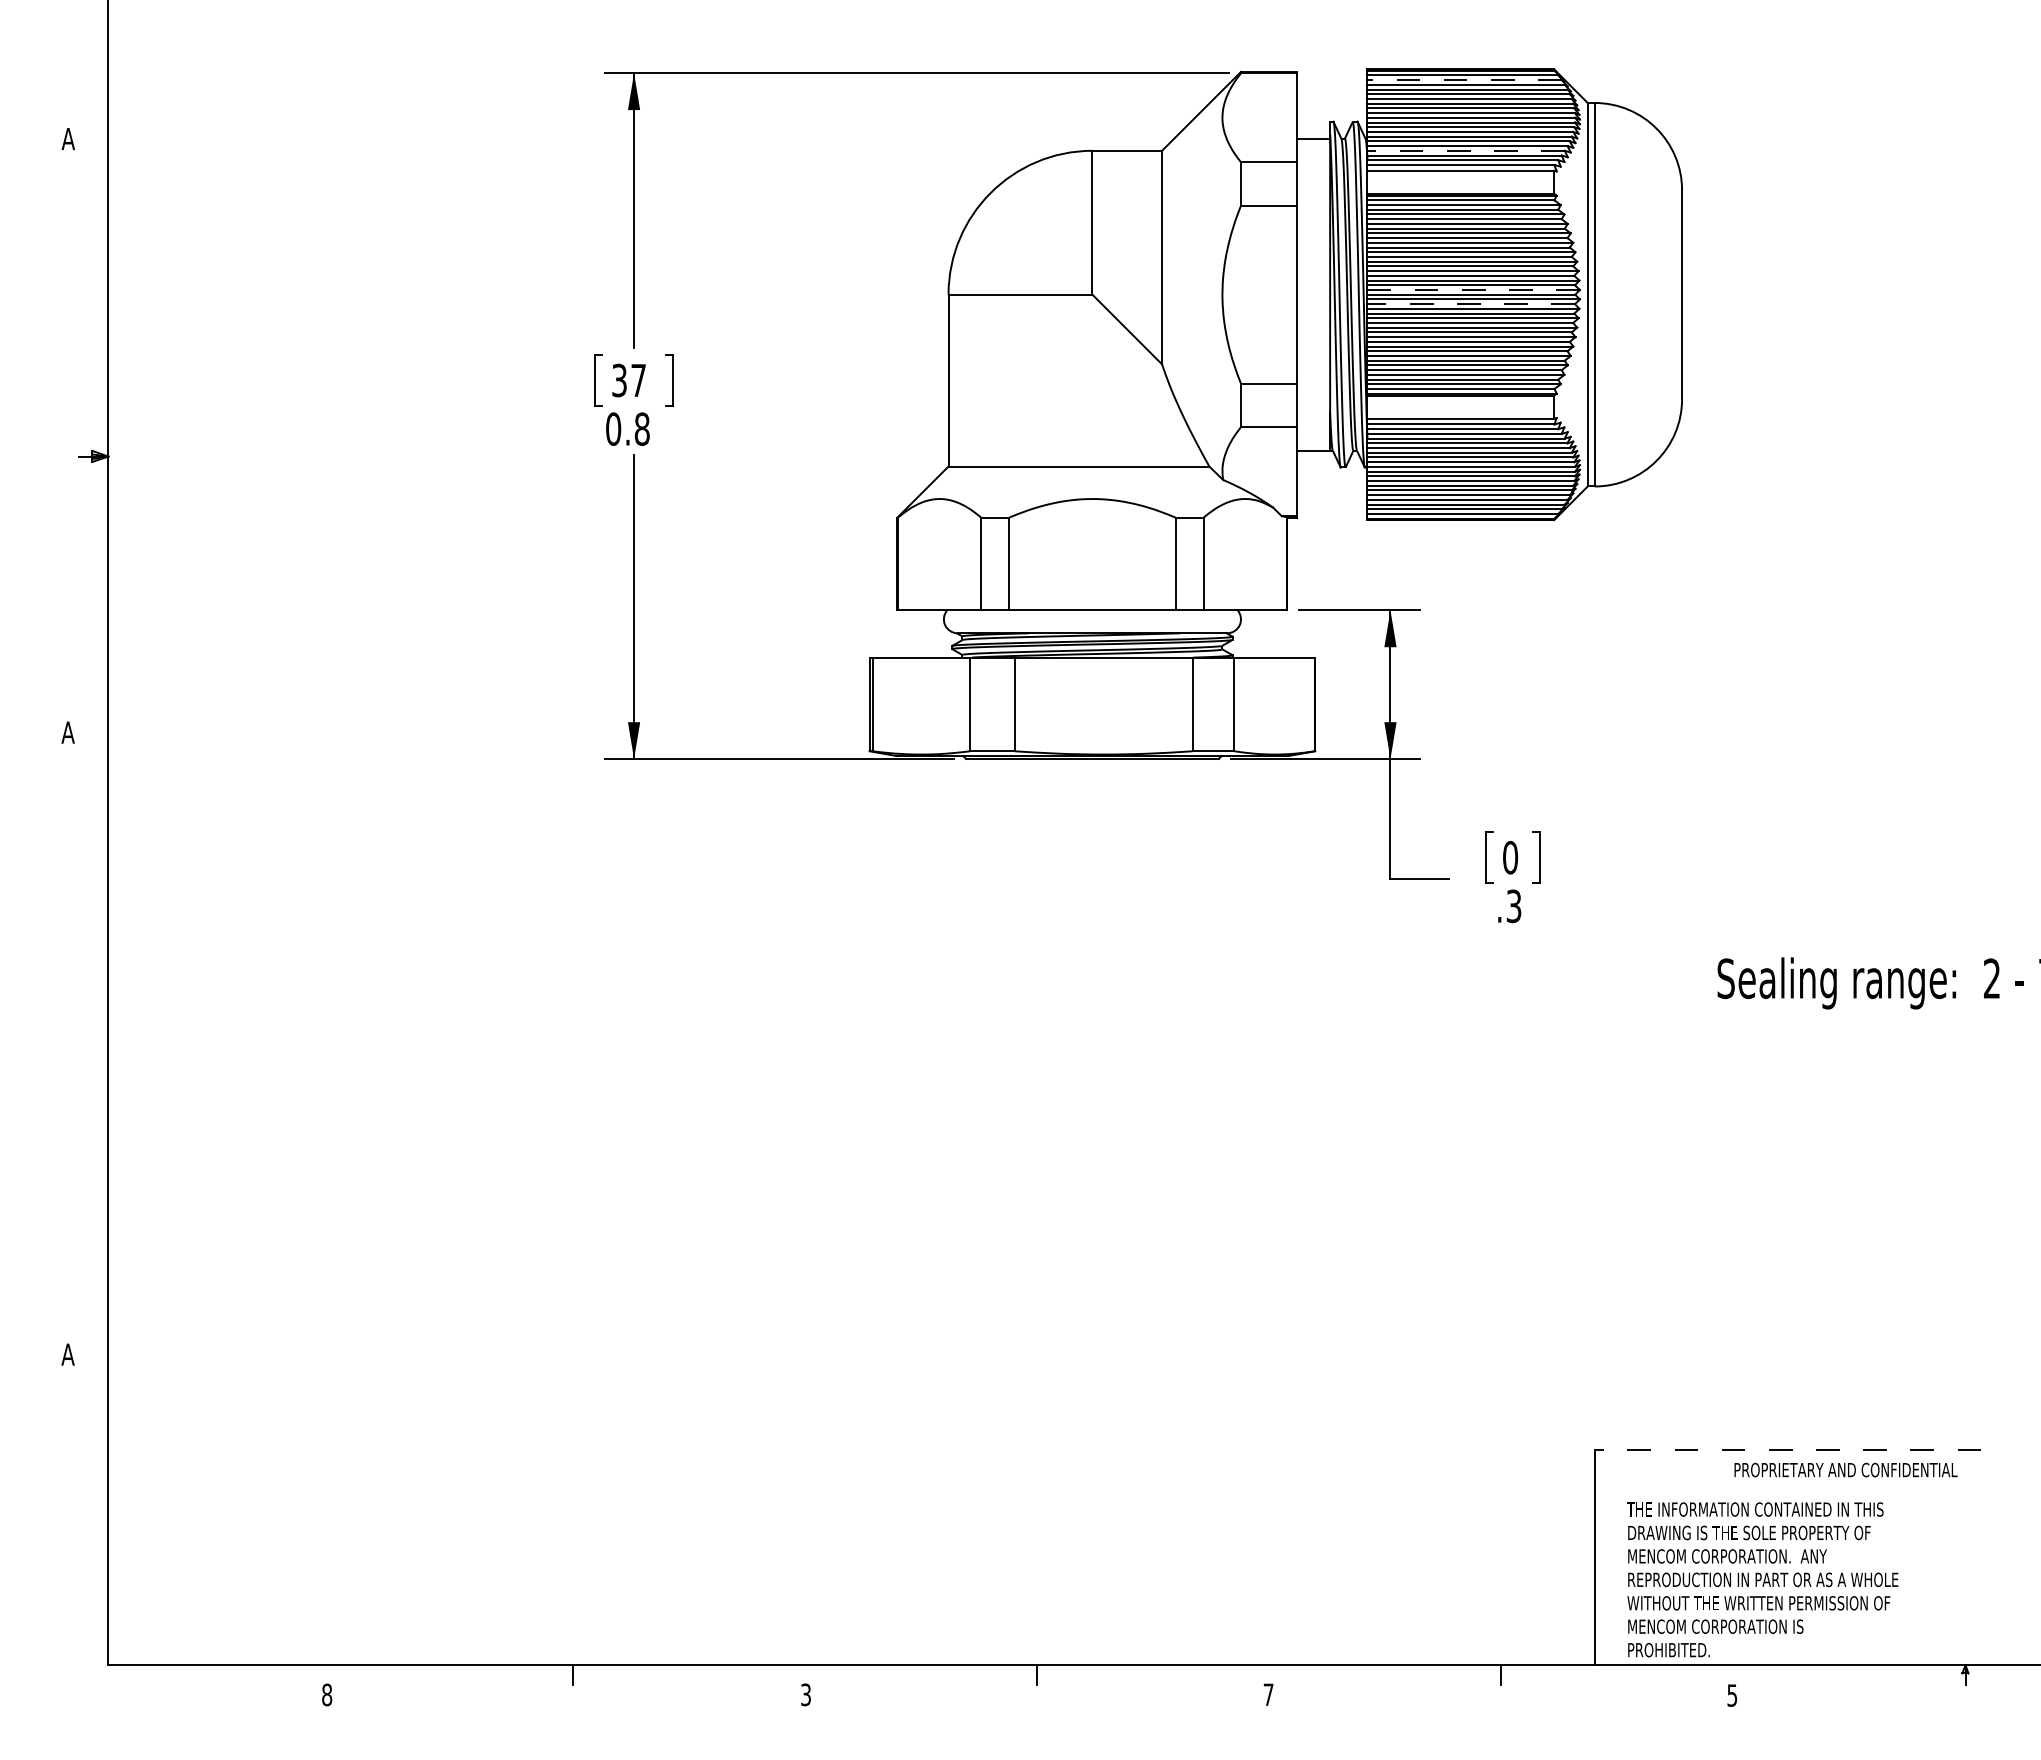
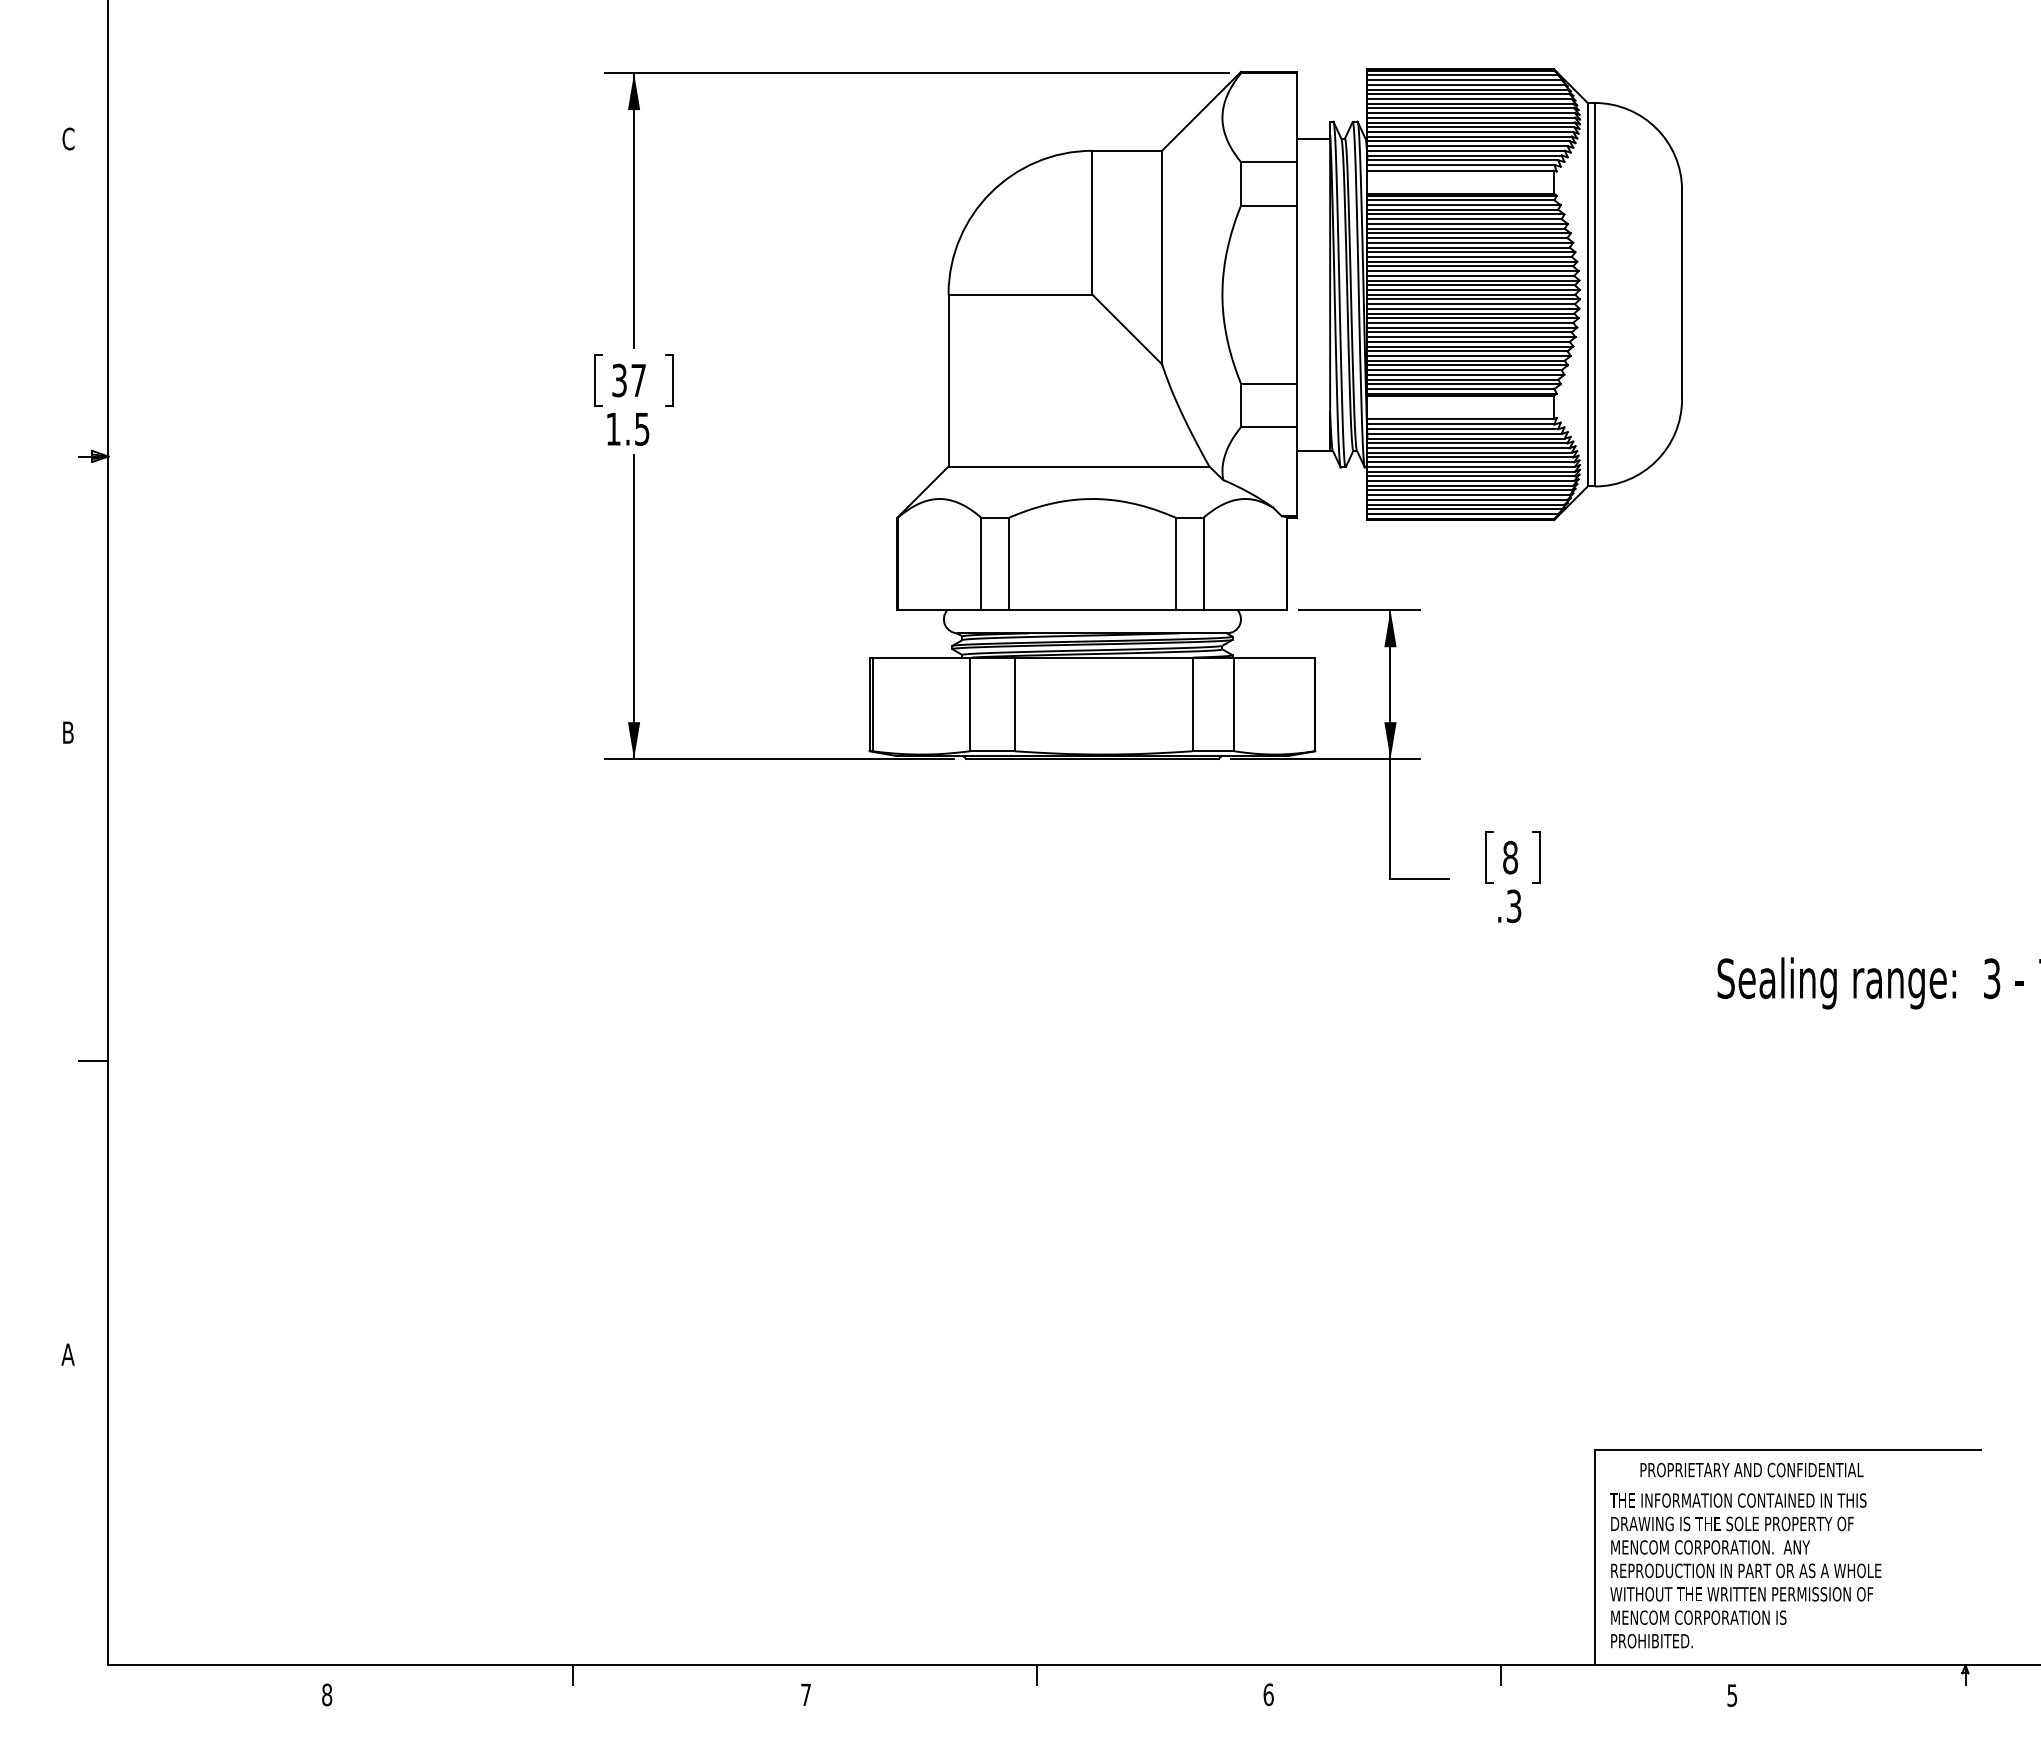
line at (1464, 80): dashed -> solid
text at (67, 138): A -> C
line at (1466, 150): dashed -> solid
line at (1473, 289): dashed -> solid
line at (1471, 304): dashed -> solid
text at (627, 428): 0.8 -> 1.5
text at (67, 732): A -> B
text at (1510, 857): 0 -> 8
text at (1992, 978): 2 -> 3
line at (93, 1060): none -> present
line at (1787, 1449): dashed -> solid
text at (1845, 1469) position: (1845, 1469) -> (1751, 1469)
text at (1762, 1579) position: (1762, 1579) -> (1745, 1570)
text at (805, 1694): 3 -> 7
text at (1268, 1694): 7 -> 6
